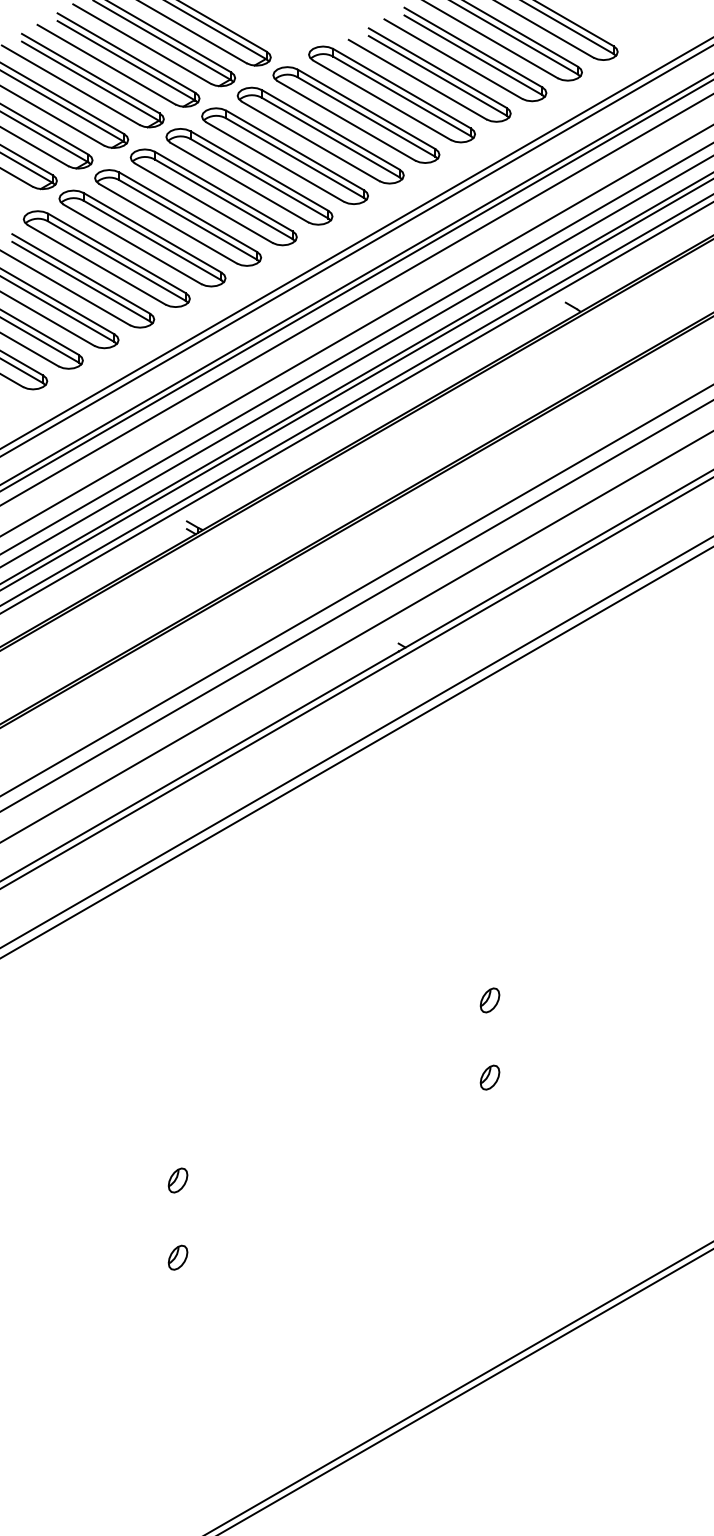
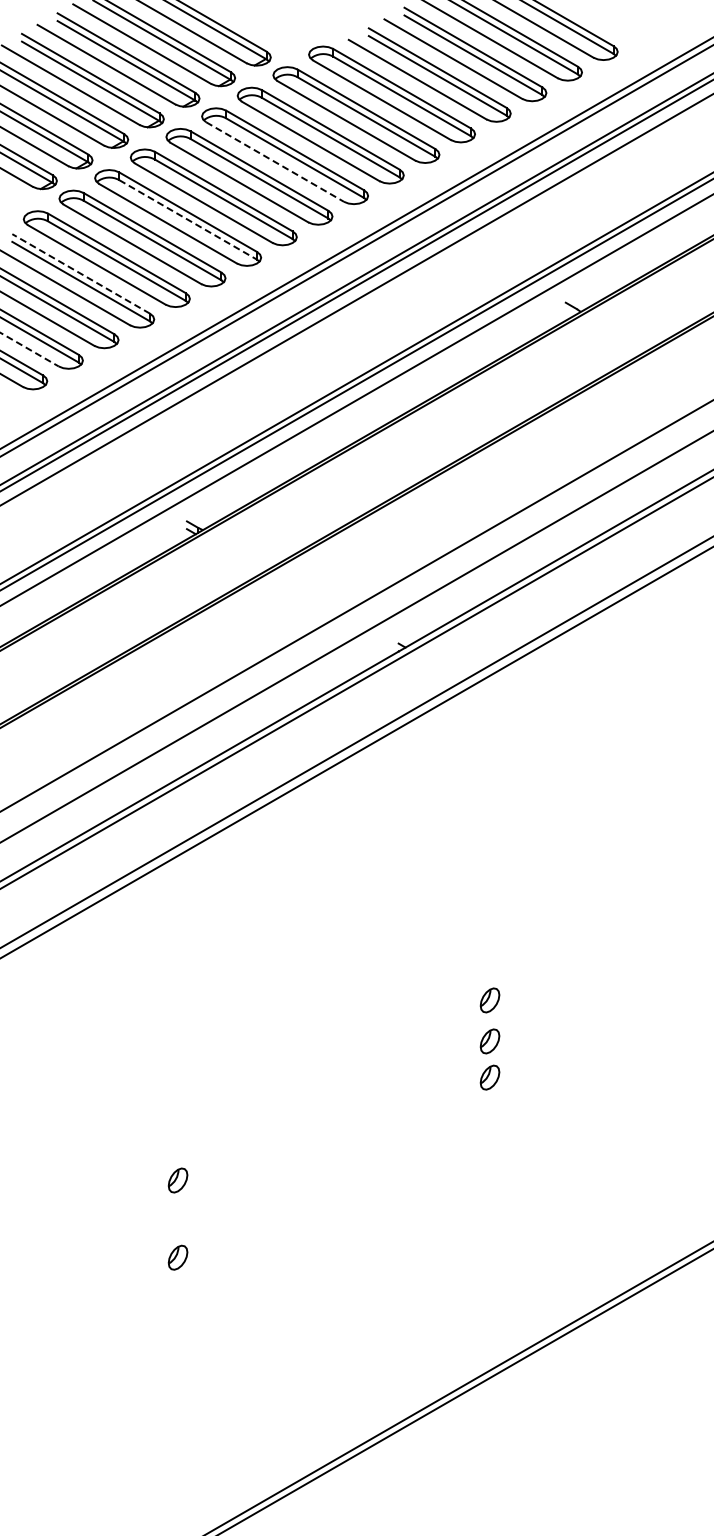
line at (275, 162): solid -> dashed
line at (188, 219): solid -> dashed
line at (81, 273): solid -> dashed
line at (356, 330): present -> none
line at (356, 348): present -> none
line at (29, 349): solid -> dashed
line at (356, 361): present -> none
line at (356, 407): present -> none
line at (356, 590): present -> none
part at (489, 1041): none -> present
